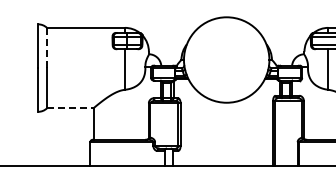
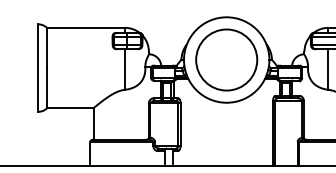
line at (47, 48): dashed -> solid
circle at (226, 59): none -> present
line at (70, 108): dashed -> solid
